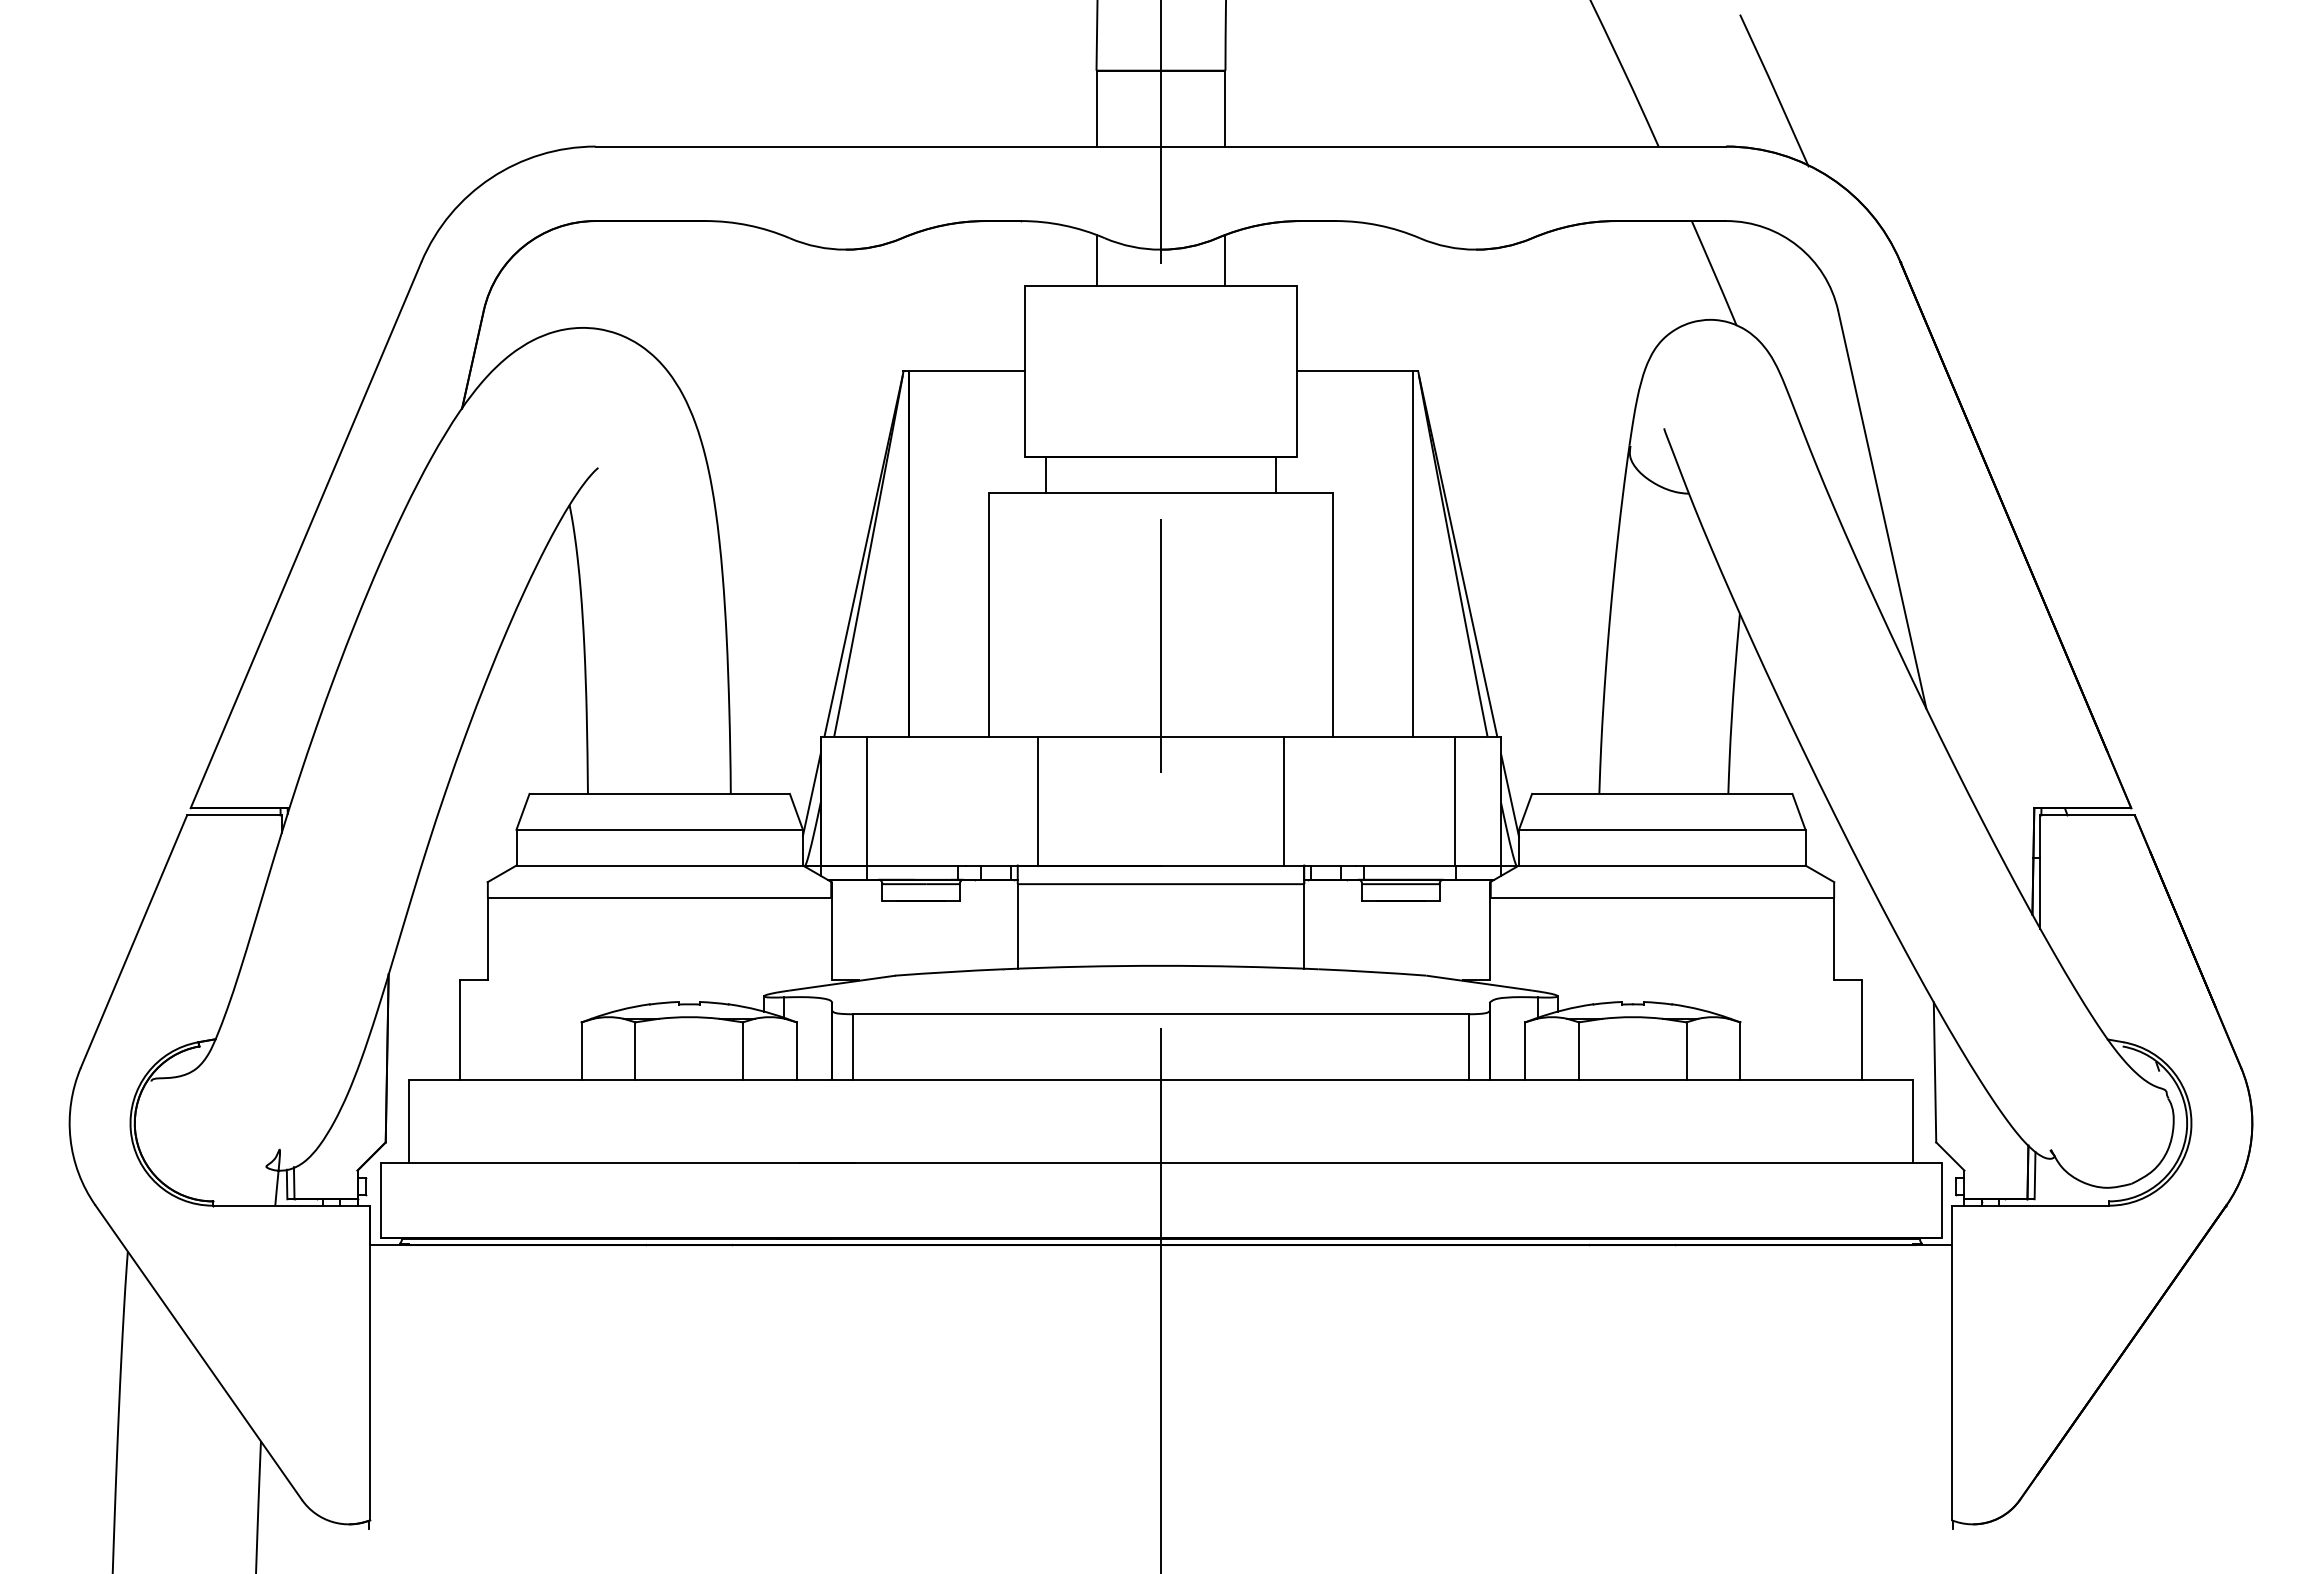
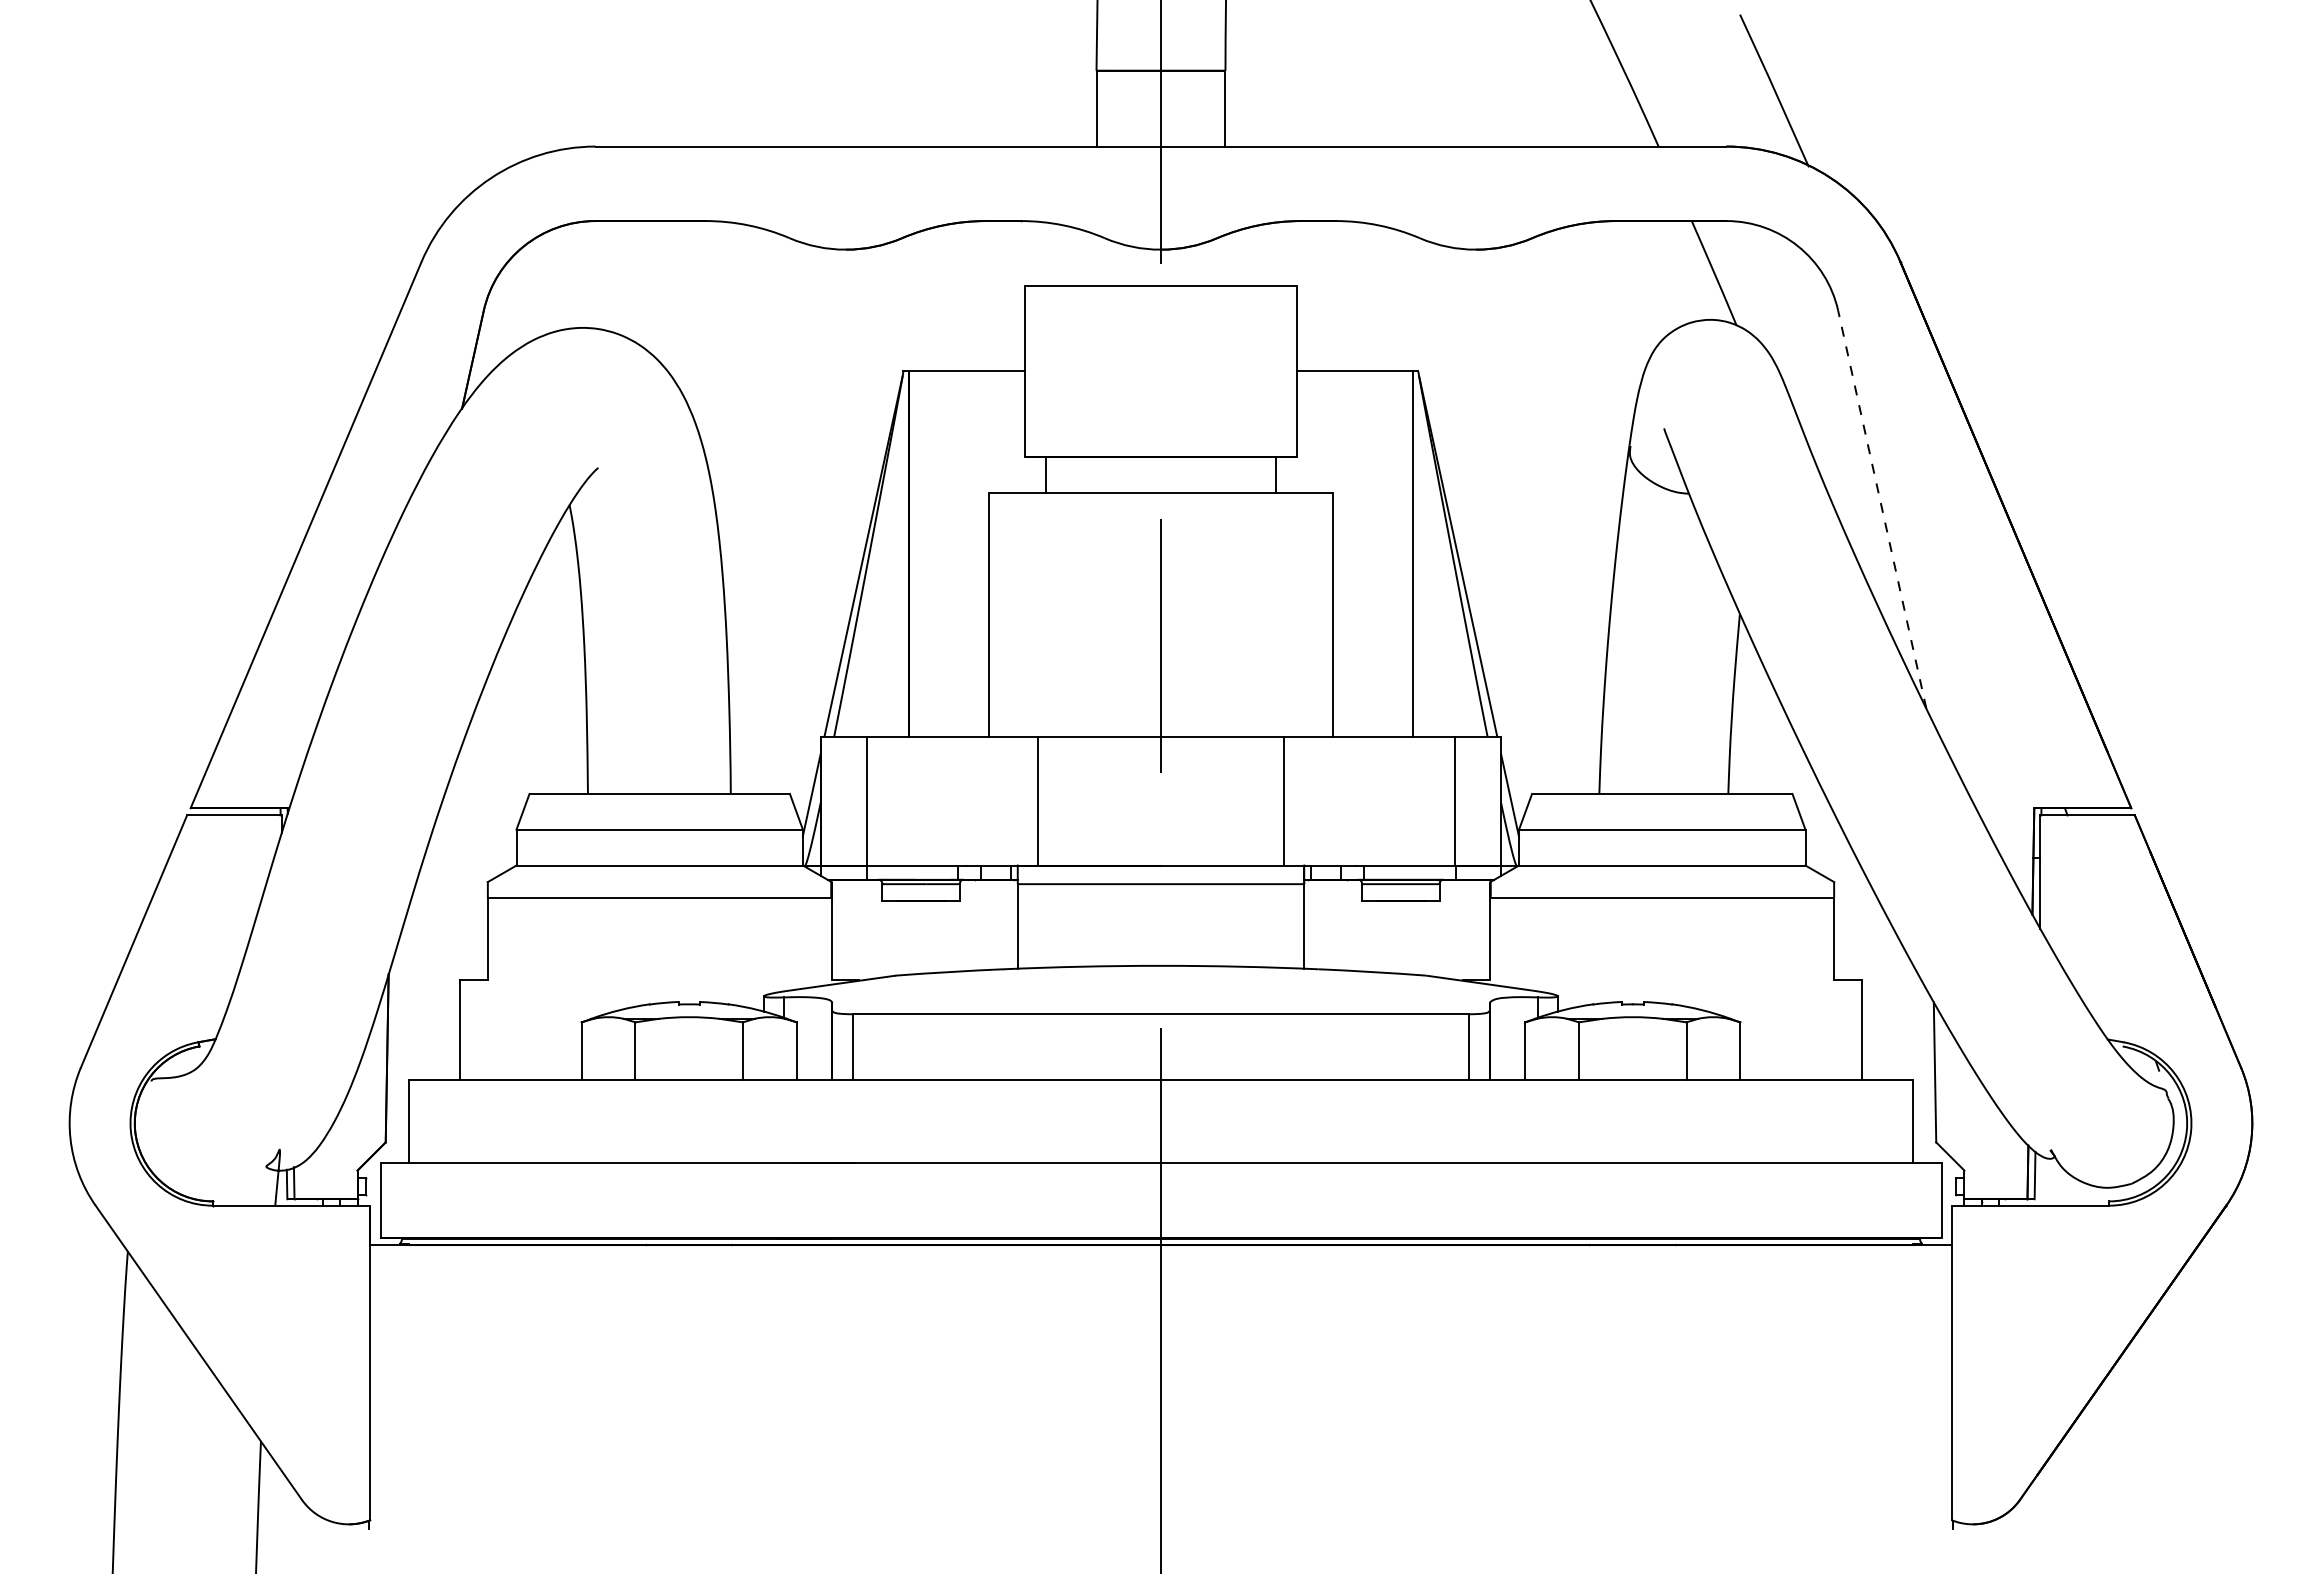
line at (1096, 259): present -> none
line at (1225, 259): present -> none
line at (1882, 509): solid -> dashed
